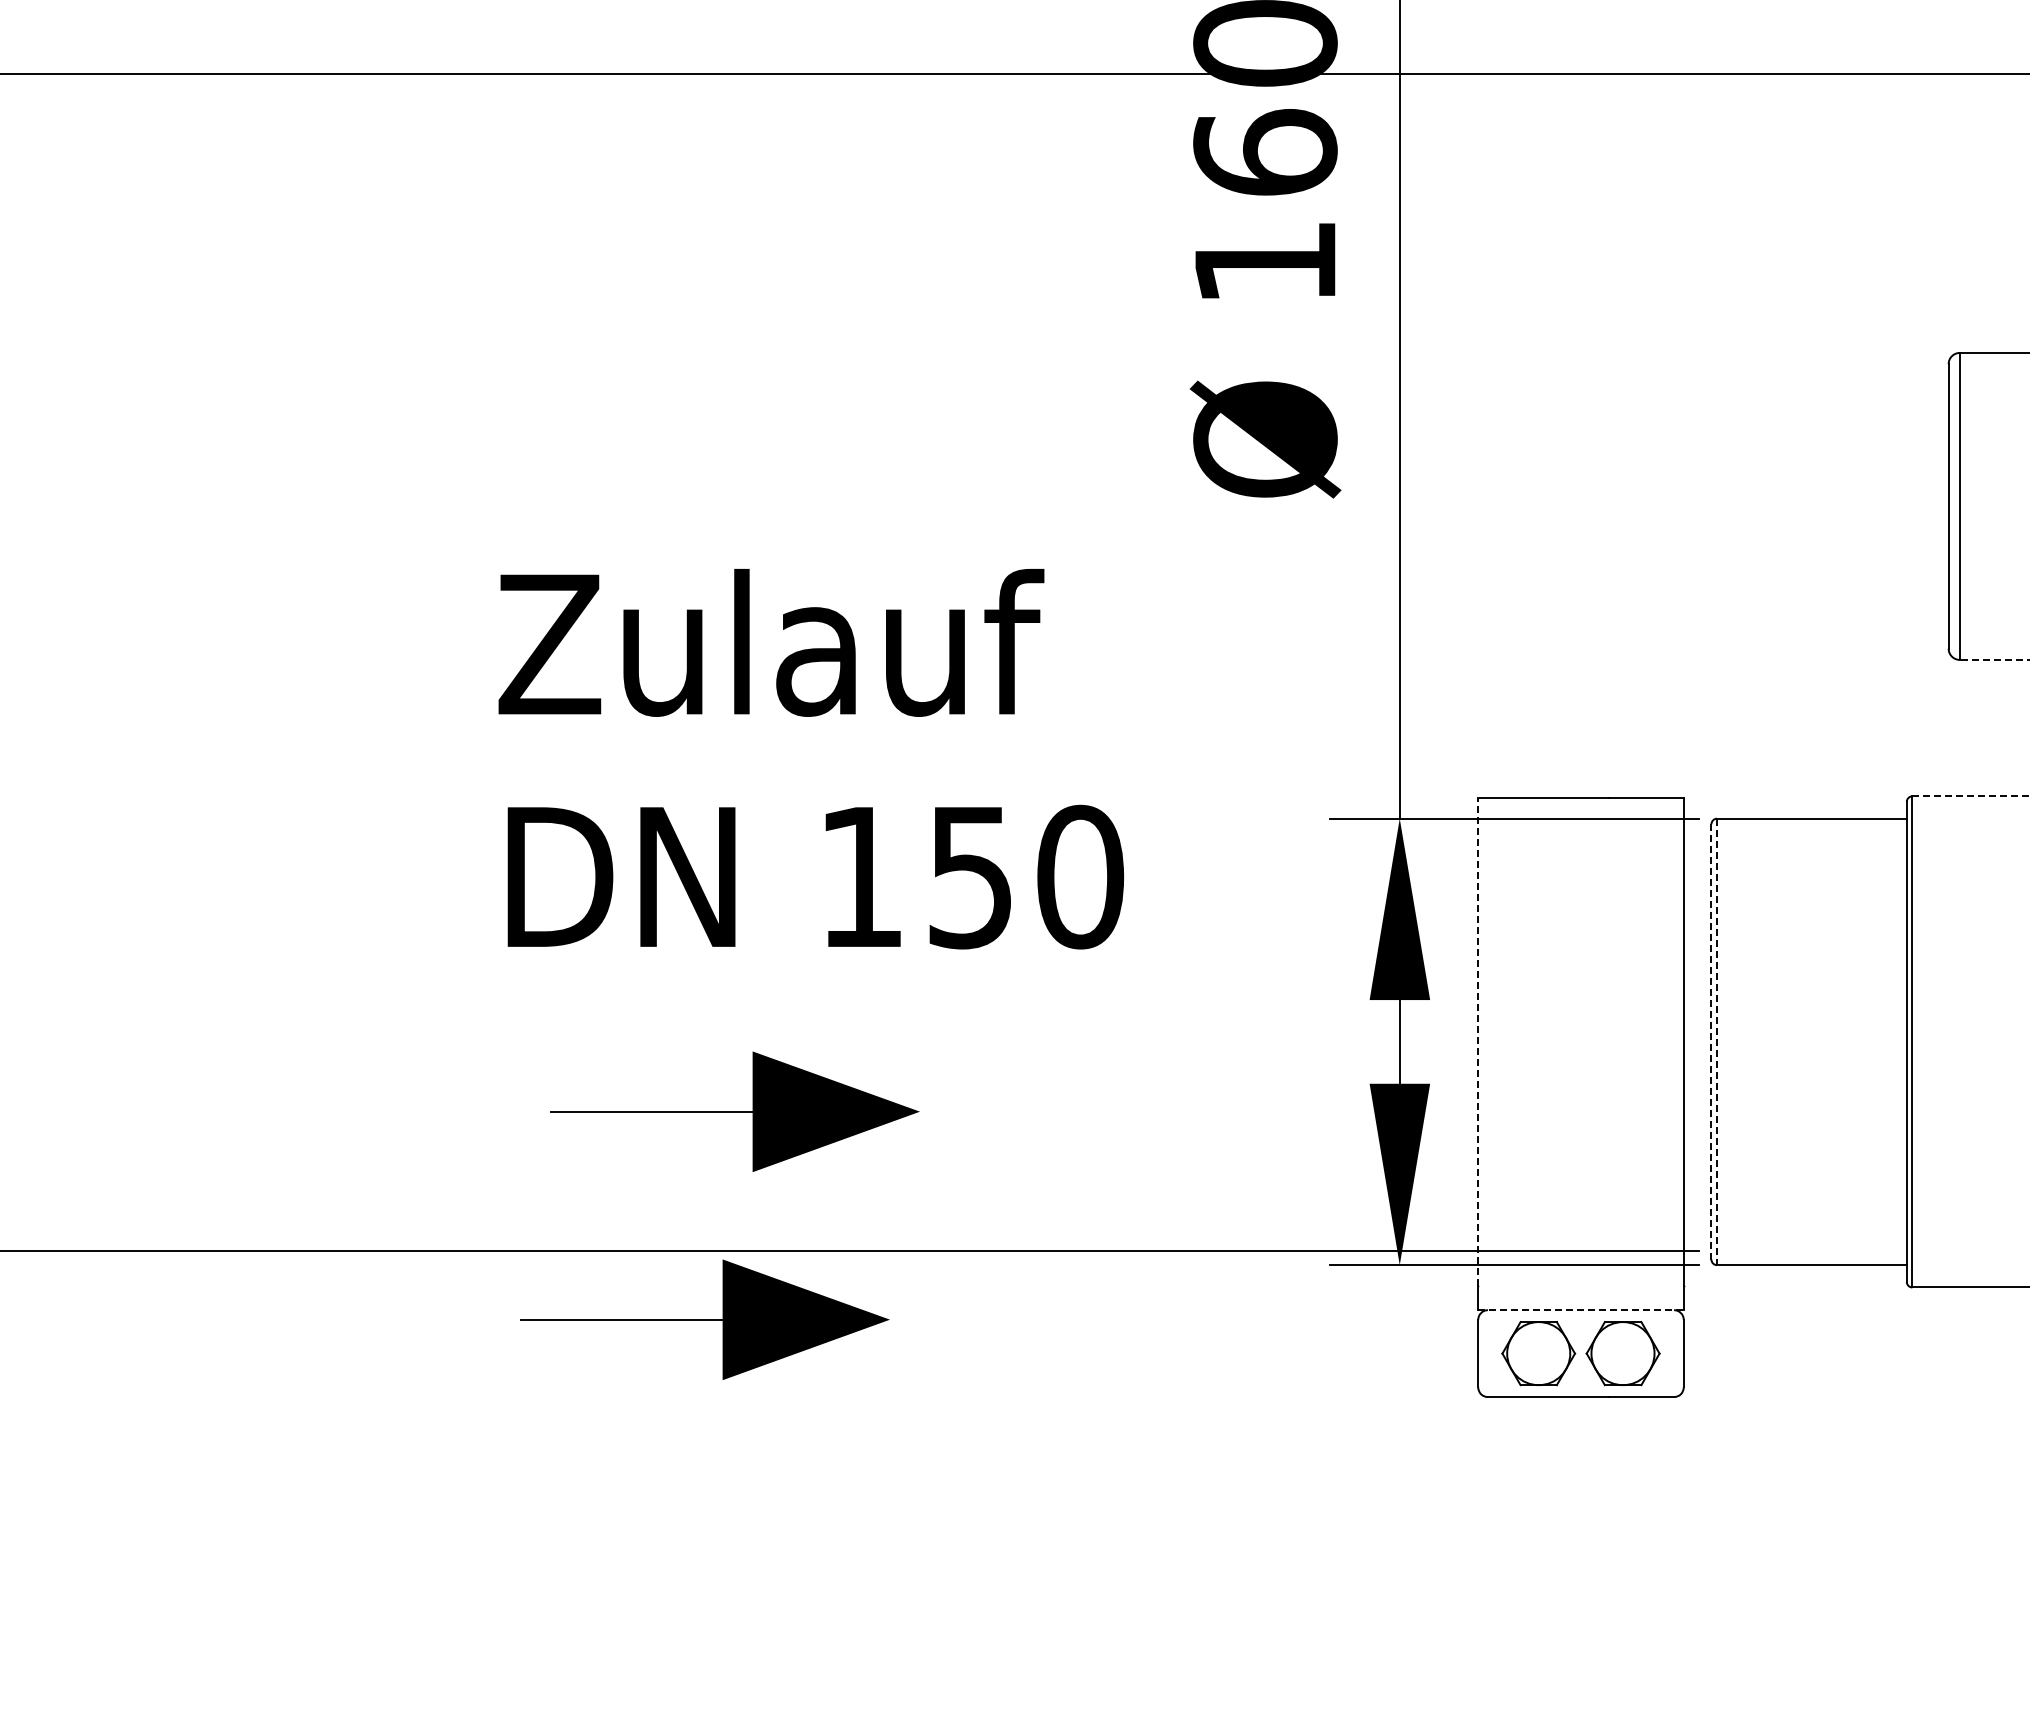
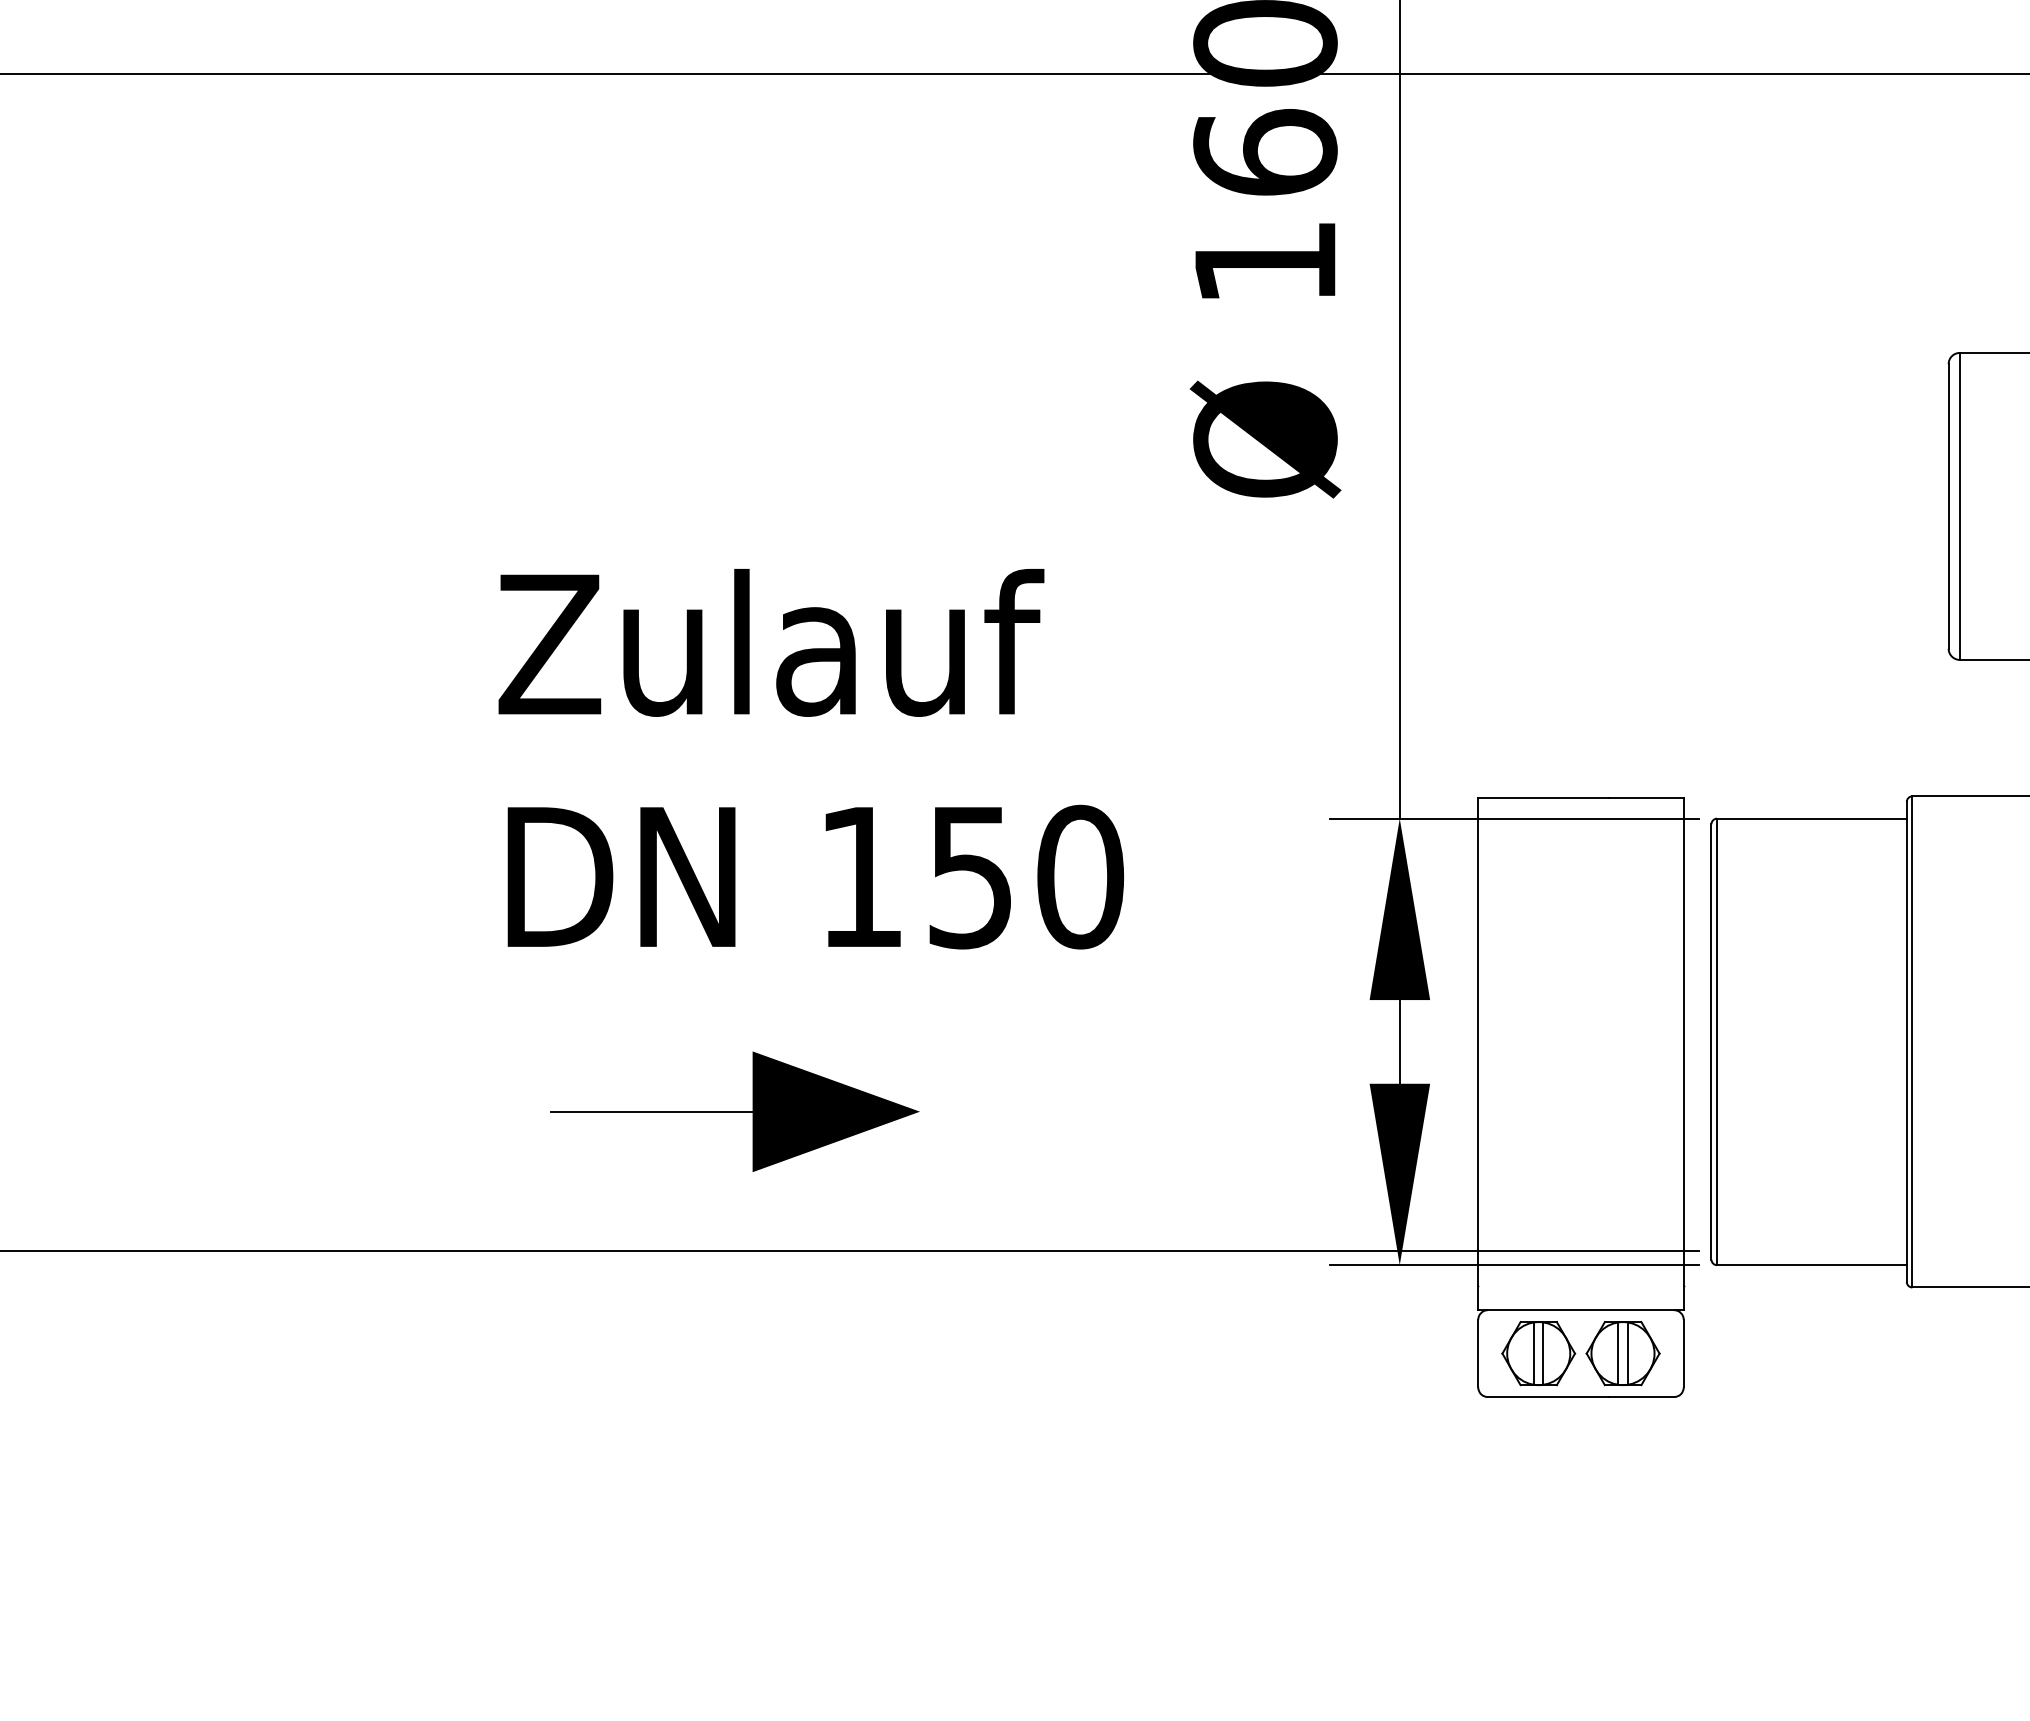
line at (1994, 659): dashed -> solid
line at (1971, 796): dashed -> solid
line at (1478, 1041): dashed -> solid
line at (1711, 1041): dashed -> solid
line at (1717, 1042): dashed -> solid
line at (1580, 1310): dashed -> solid
part at (704, 1319): present -> none
line at (1533, 1353): none -> present
line at (1543, 1353): none -> present
line at (1618, 1353): none -> present
line at (1628, 1353): none -> present
